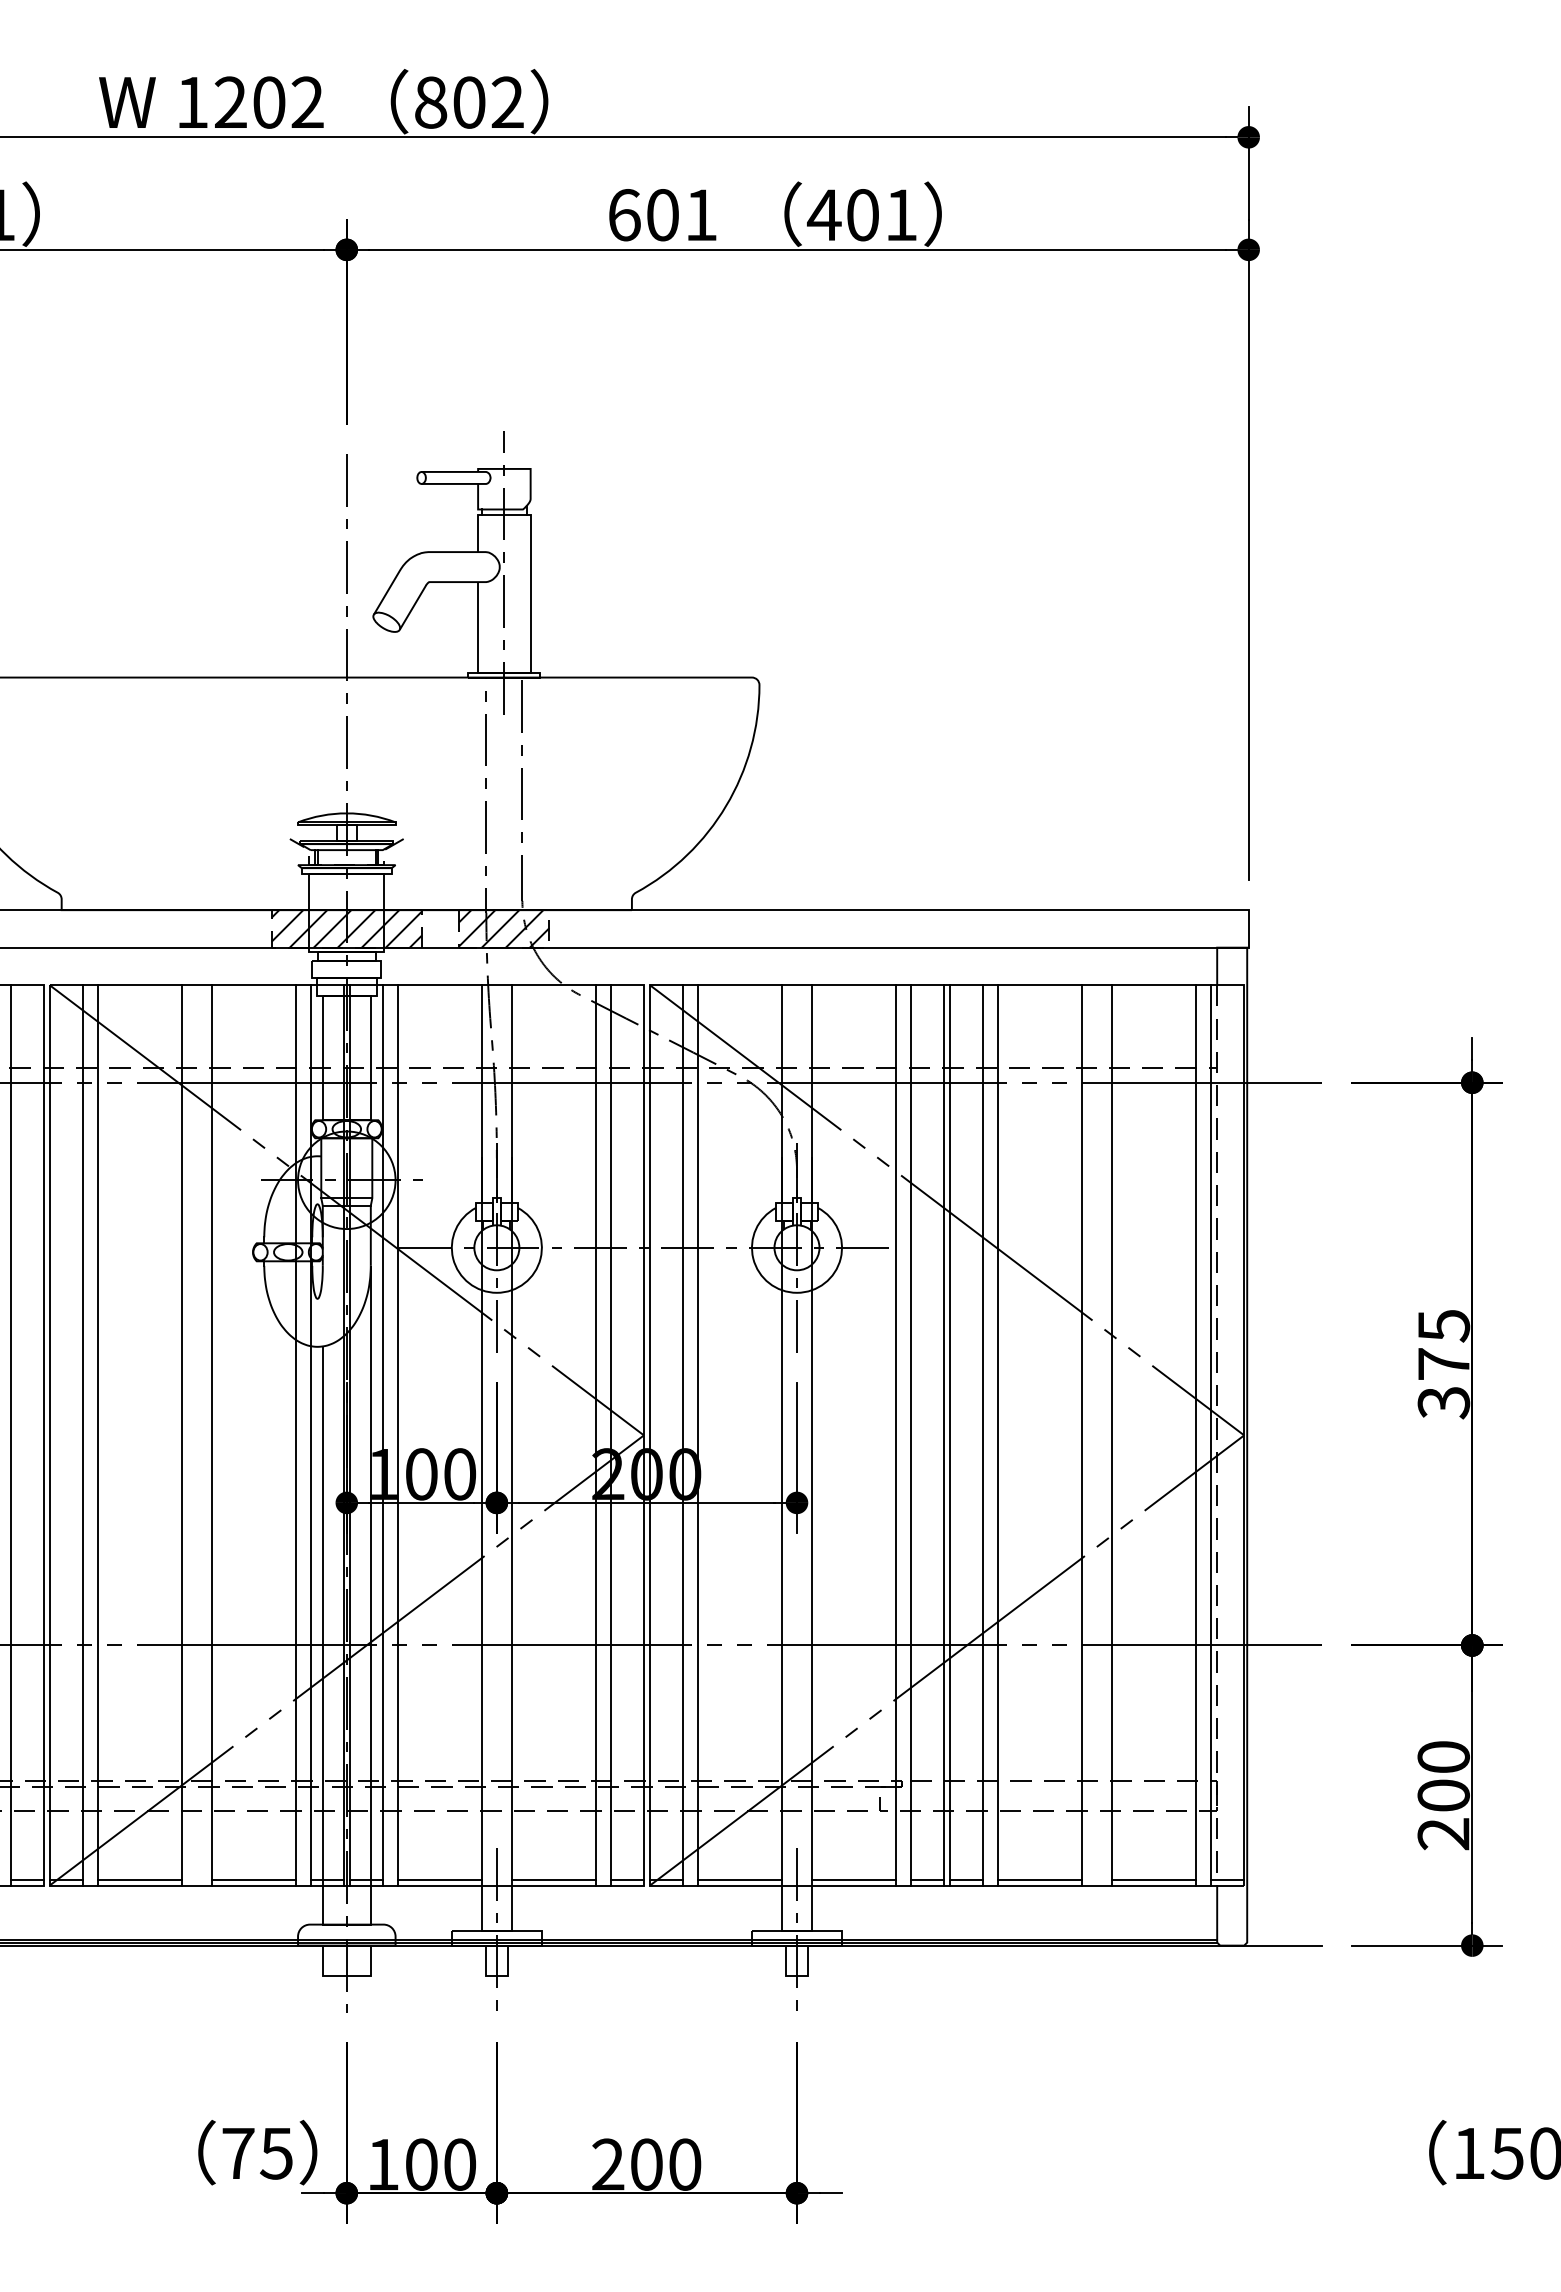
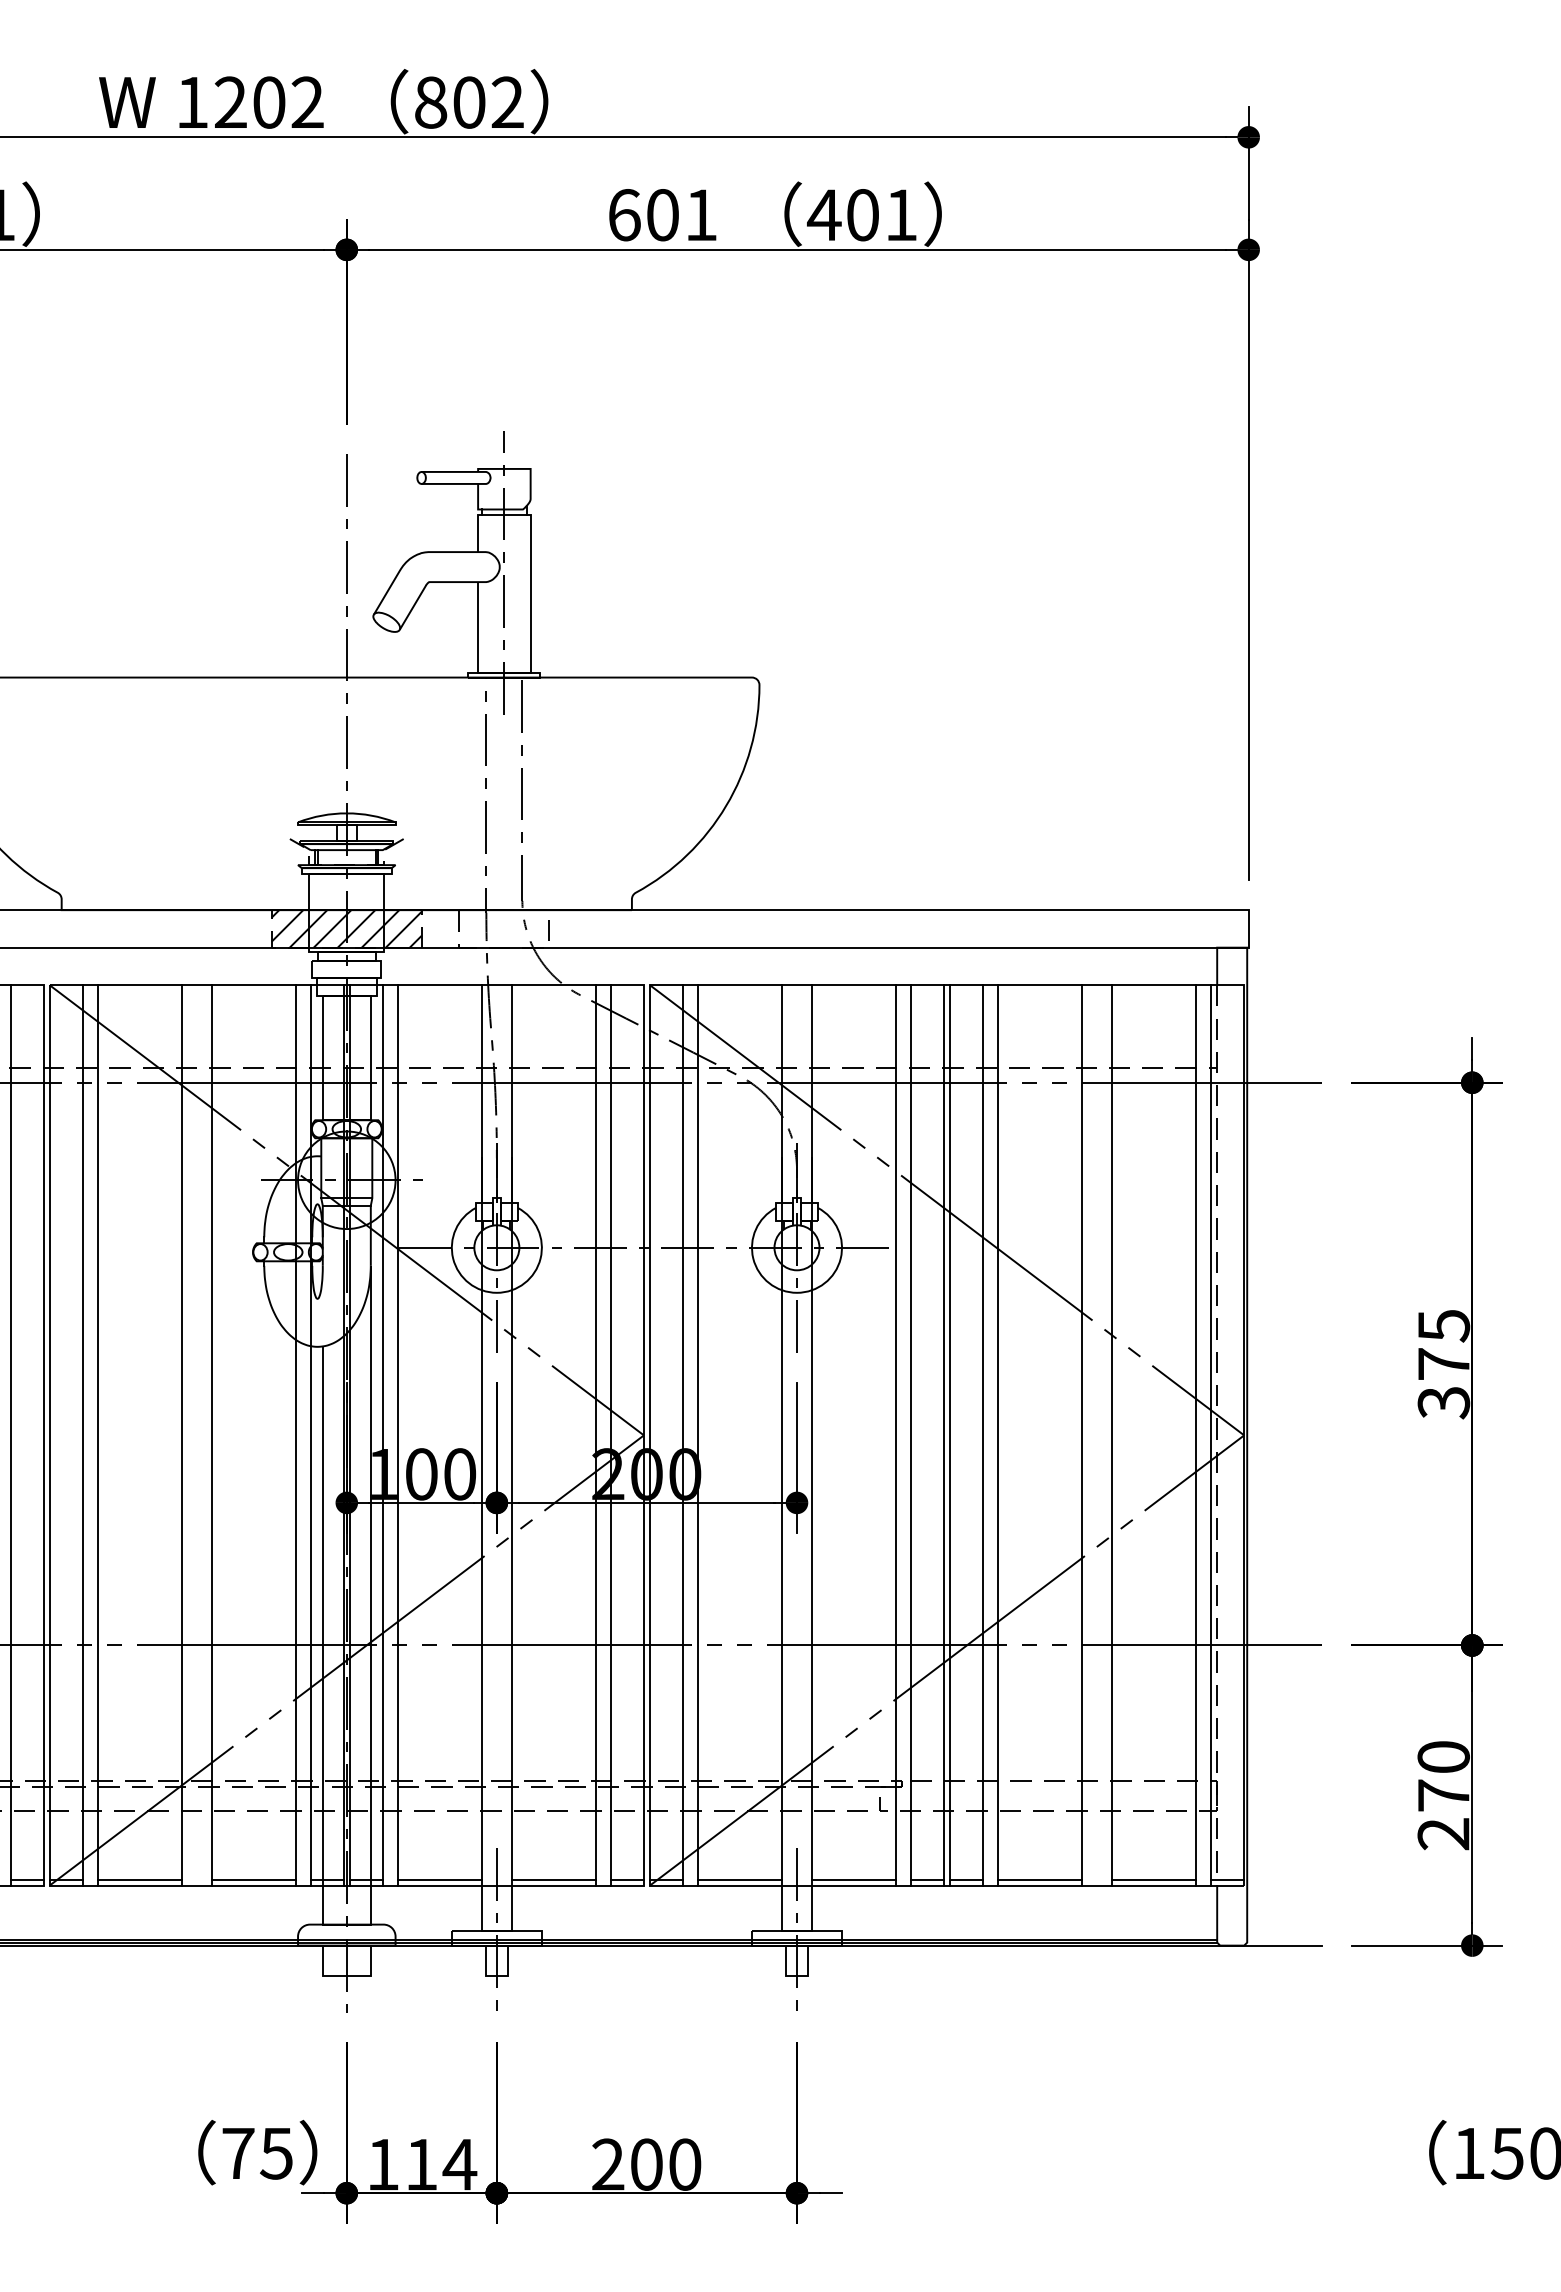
hatch at (504, 928): present -> none
text at (1443, 1795): 200 -> 270
text at (441, 2164): 100 -> 114
